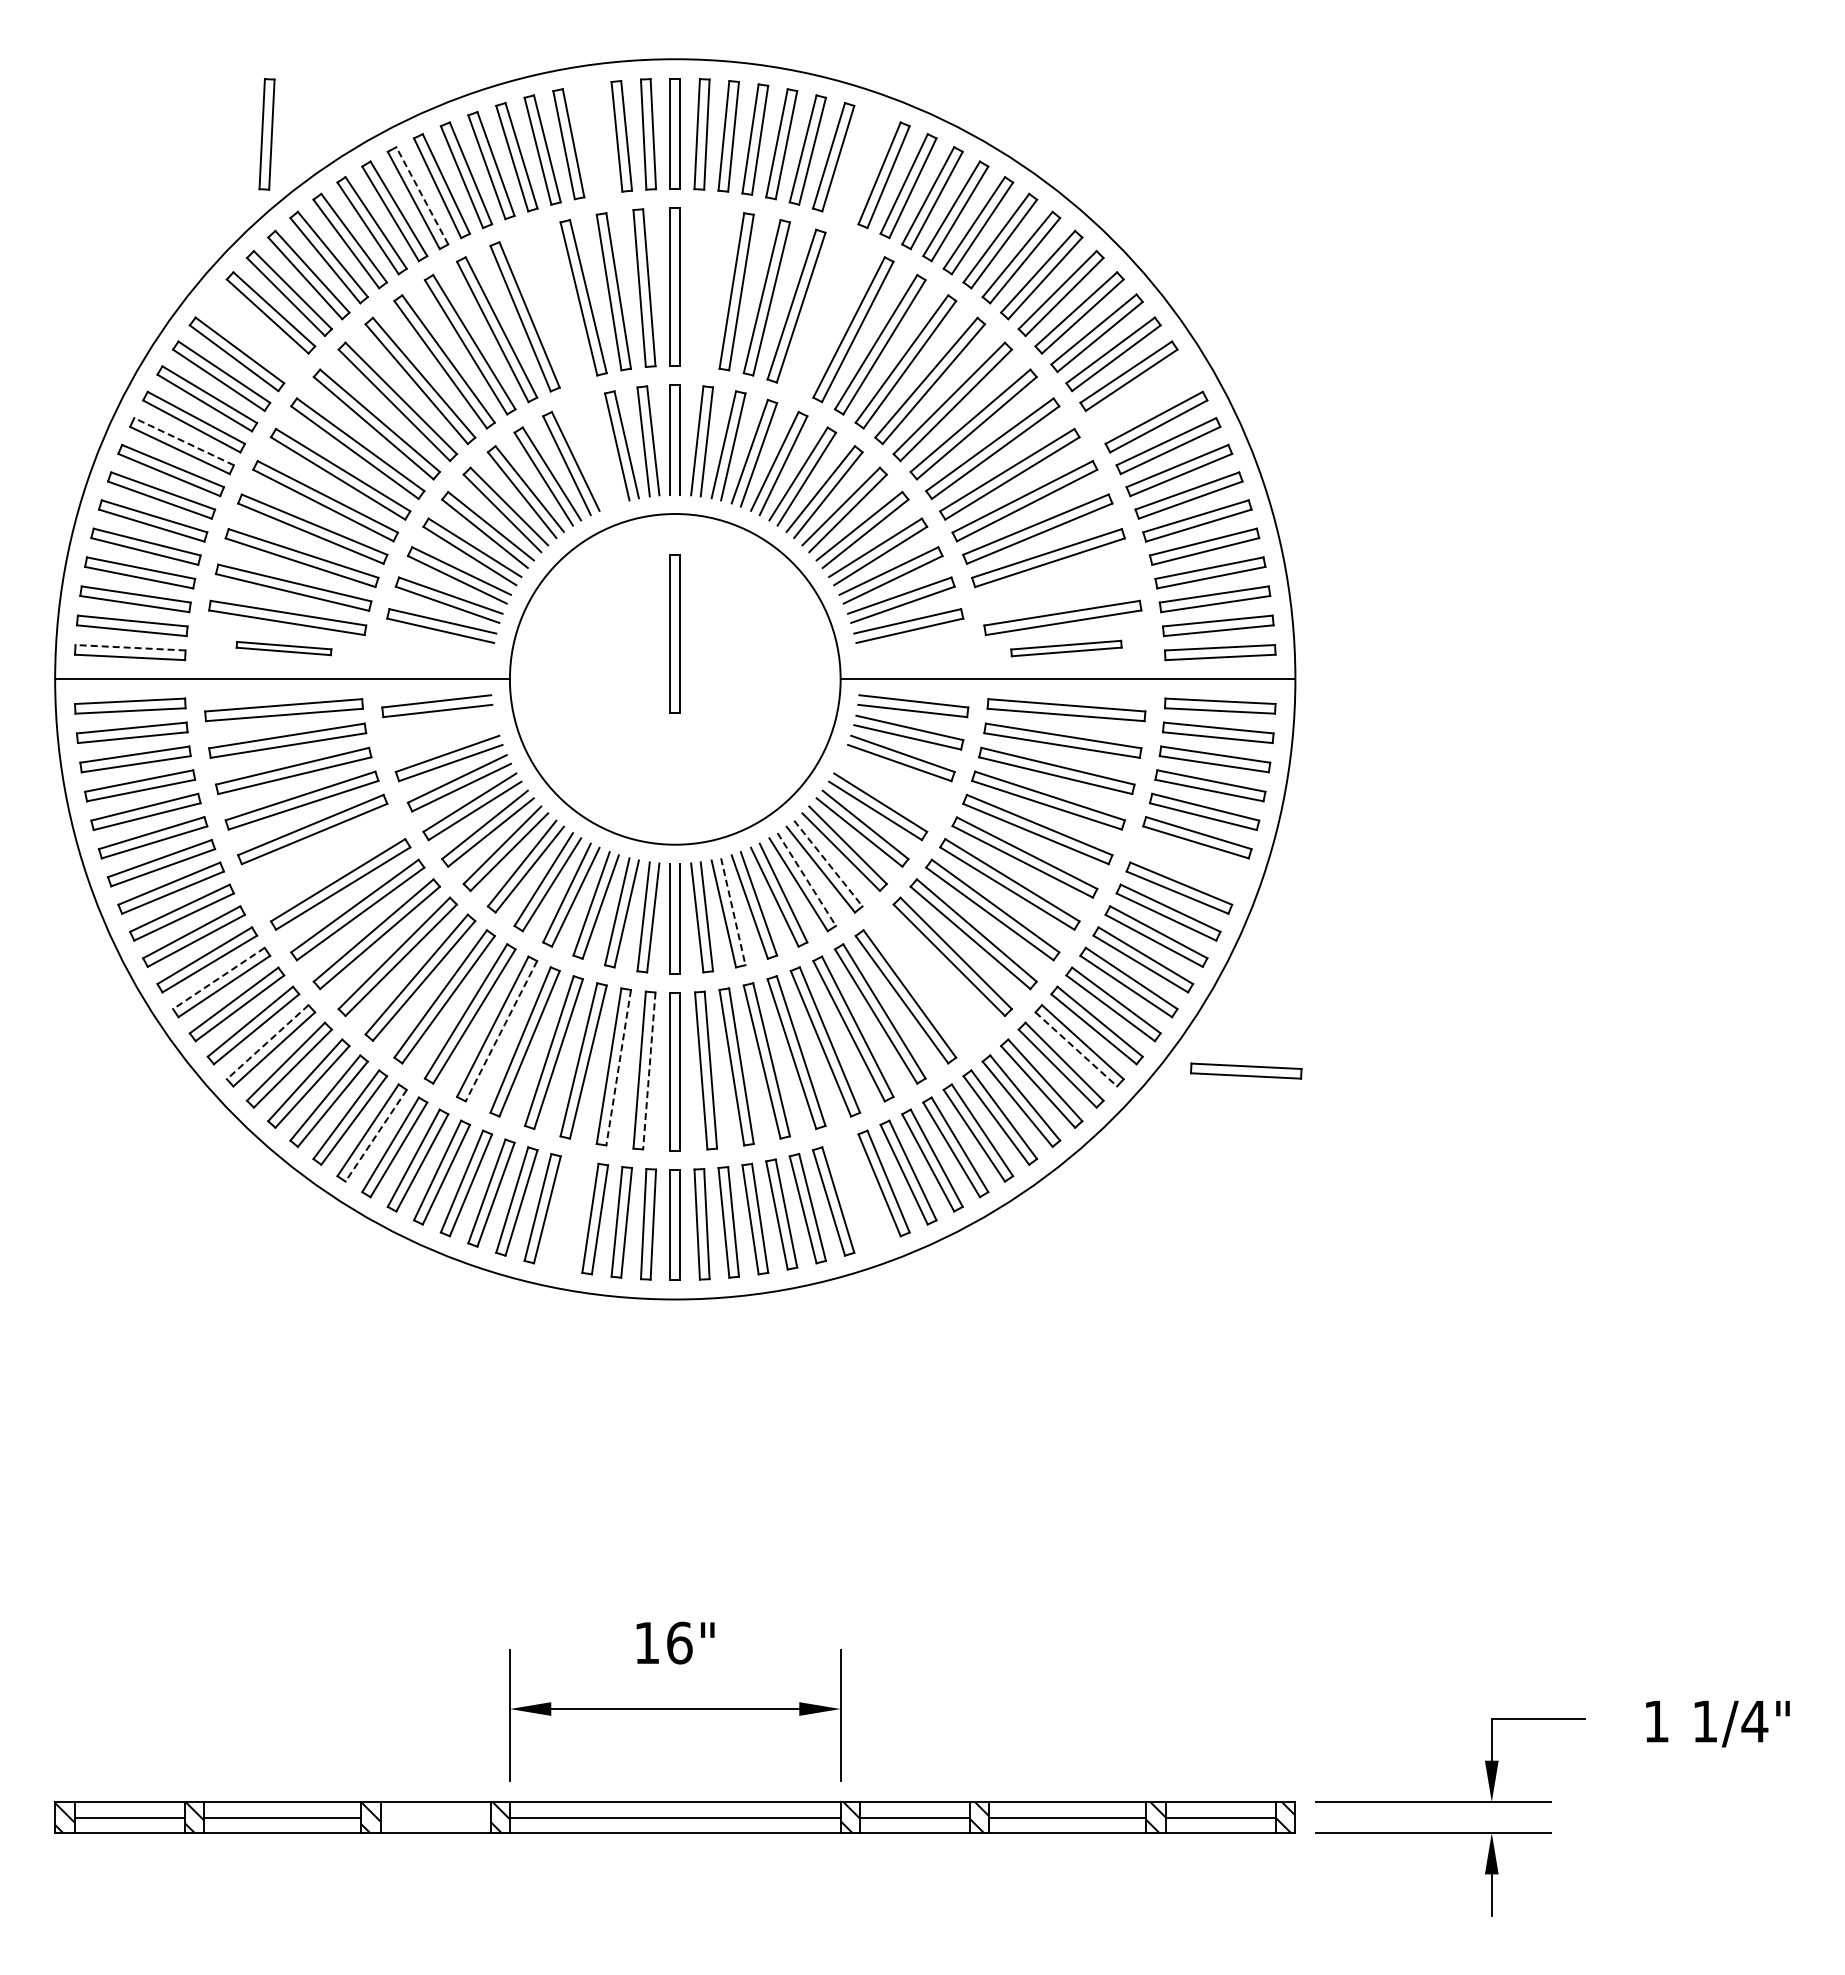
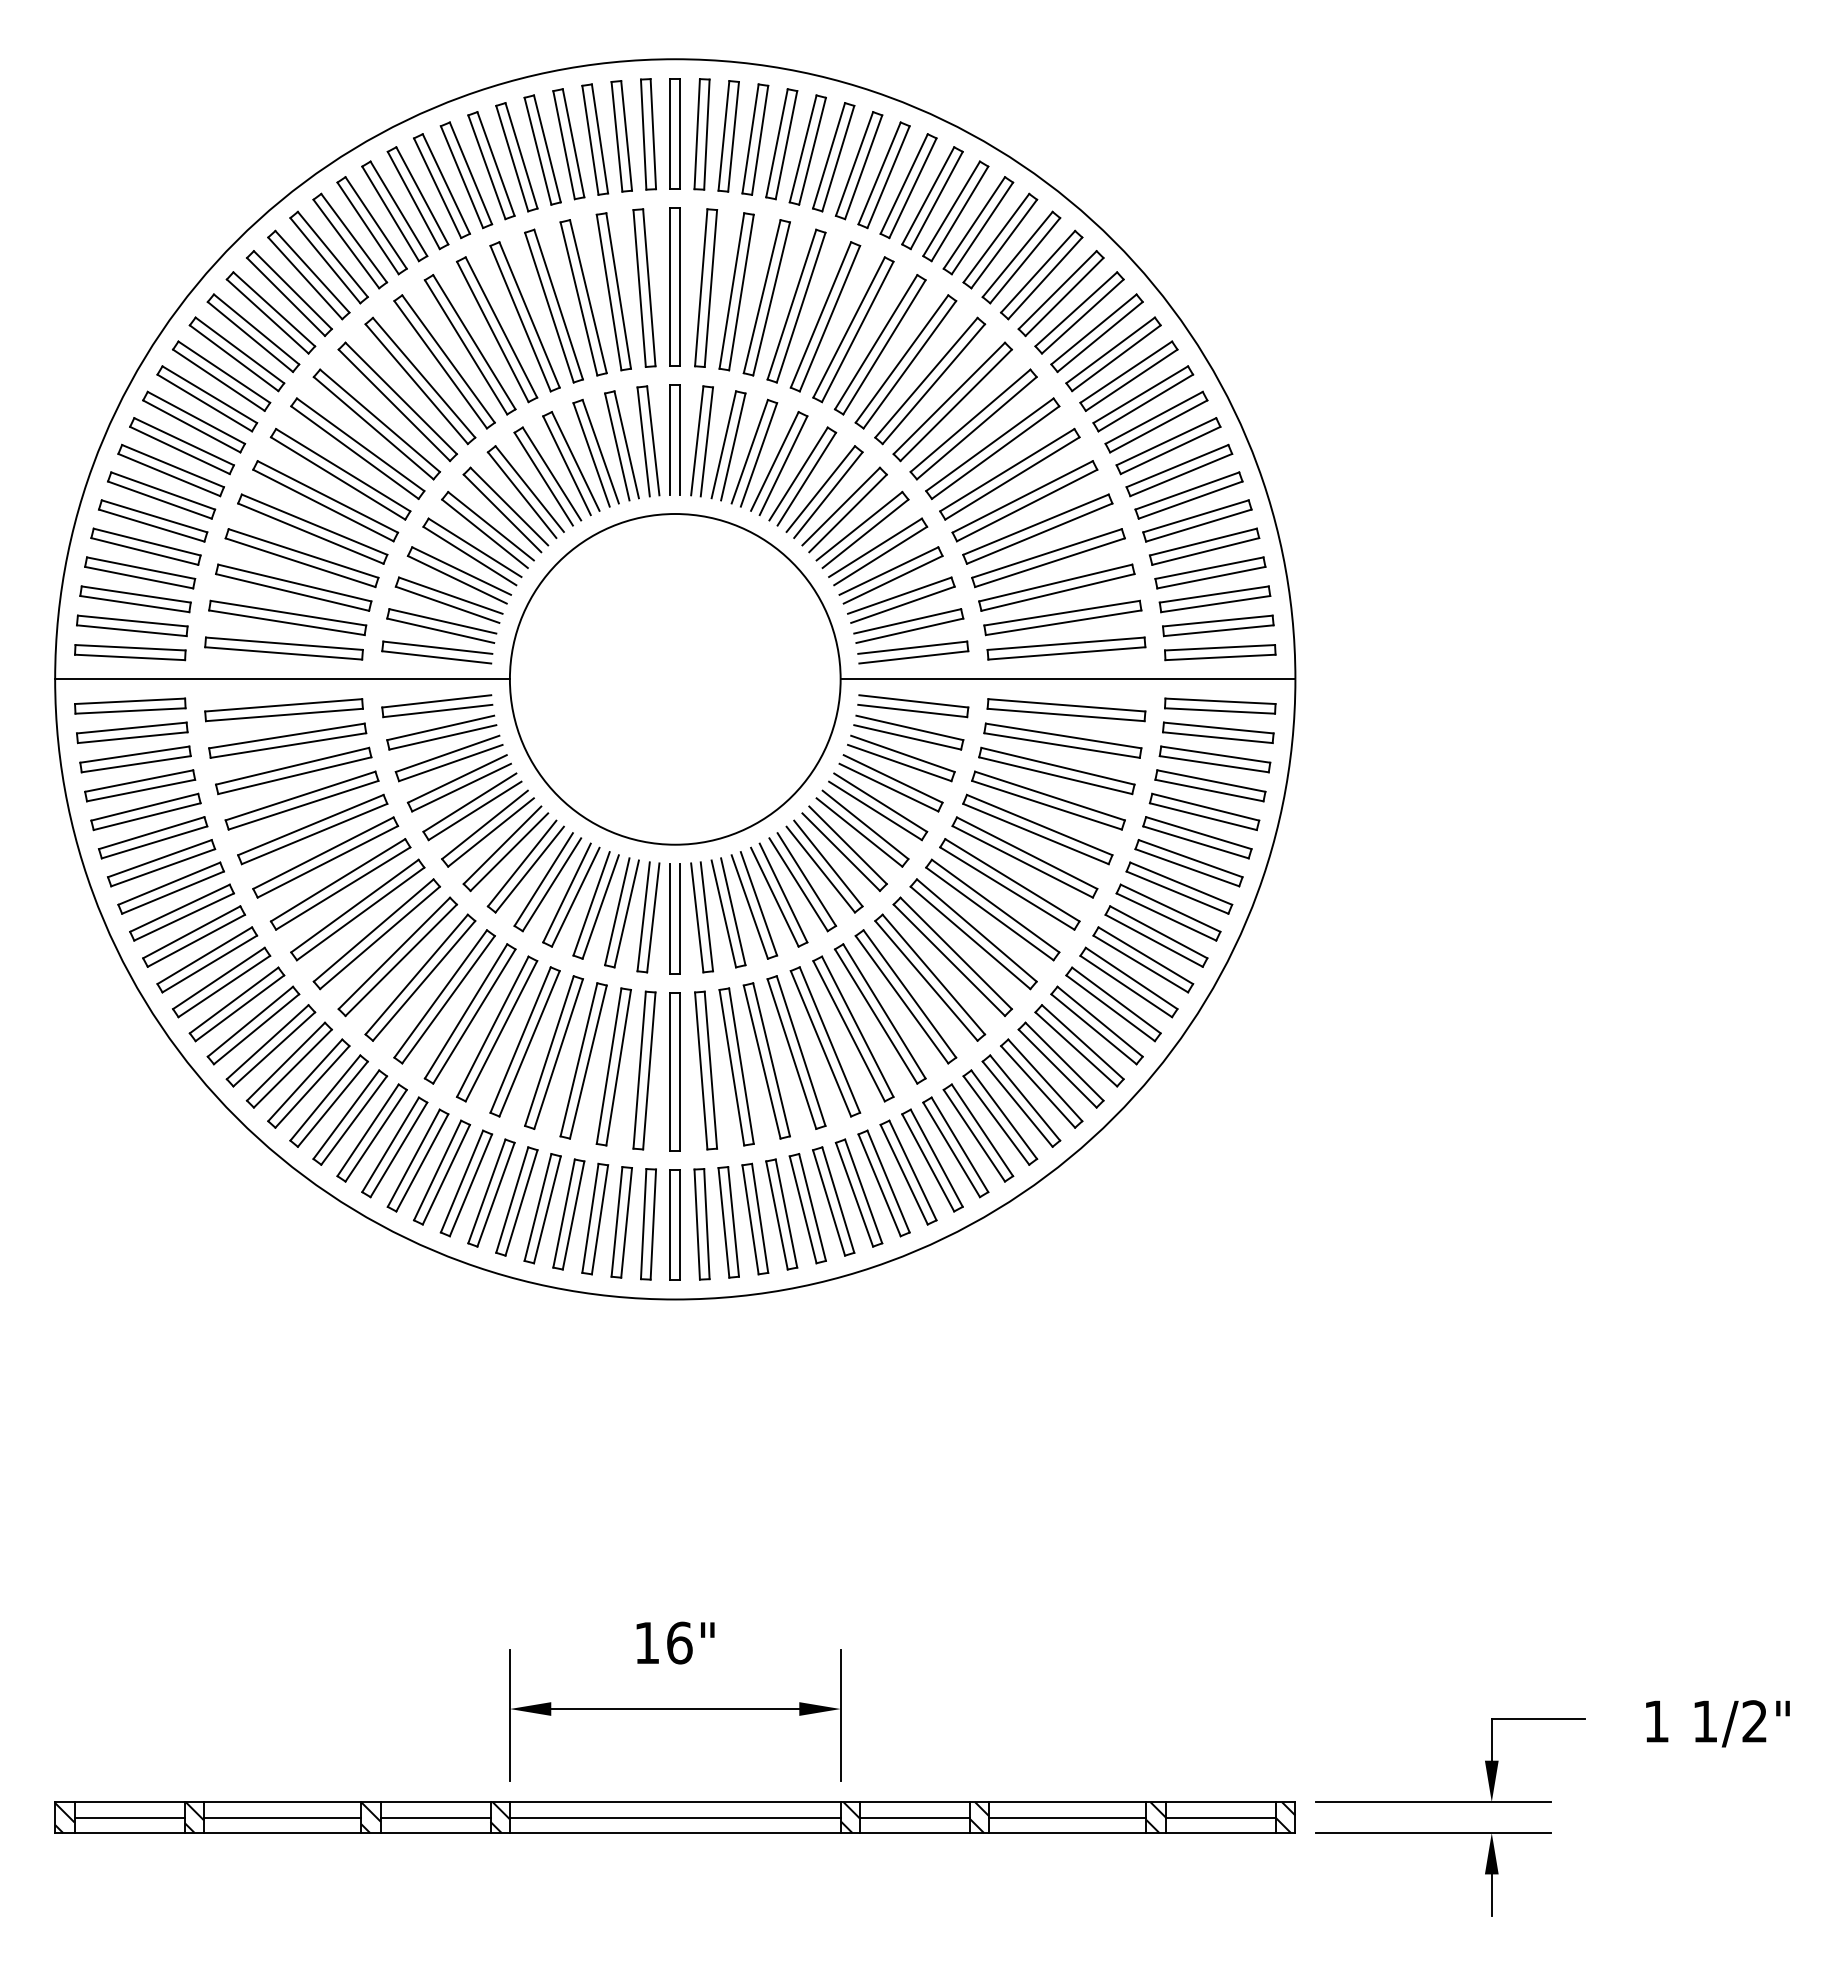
part at (266, 134): present -> none
part at (595, 139): none -> present
part at (858, 165): none -> present
line at (422, 195): dashed -> solid
part at (706, 287): none -> present
part at (553, 305): none -> present
part at (825, 316): none -> present
part at (253, 333): none -> present
part at (1143, 398): none -> present
line at (183, 441): dashed -> solid
part at (595, 452): none -> present
part at (1056, 587): none -> present
part at (674, 633): present -> none
line at (130, 647): dashed -> solid
part at (283, 648) size: 98x16 px -> 160x25 px
part at (1066, 648) size: 113x19 px -> 161x25 px
part at (437, 652): none -> present
part at (913, 652): none -> present
part at (441, 732): none -> present
part at (890, 783): none -> present
part at (325, 857): none -> present
line at (828, 863): dashed -> solid
part at (1188, 863): none -> present
line at (806, 879): dashed -> solid
line at (733, 911): dashed -> solid
part at (930, 977): none -> present
line at (218, 978): dashed -> solid
line at (501, 1031): dashed -> solid
line at (267, 1042): dashed -> solid
line at (1076, 1049): dashed -> solid
line at (618, 1067): dashed -> solid
line at (649, 1070): dashed -> solid
part at (1246, 1070): present -> none
line at (375, 1136): dashed -> solid
part at (858, 1192): none -> present
part at (568, 1214): none -> present
text at (1754, 1721): 1/4" -> 1/2"
line at (435, 1817): none -> present
